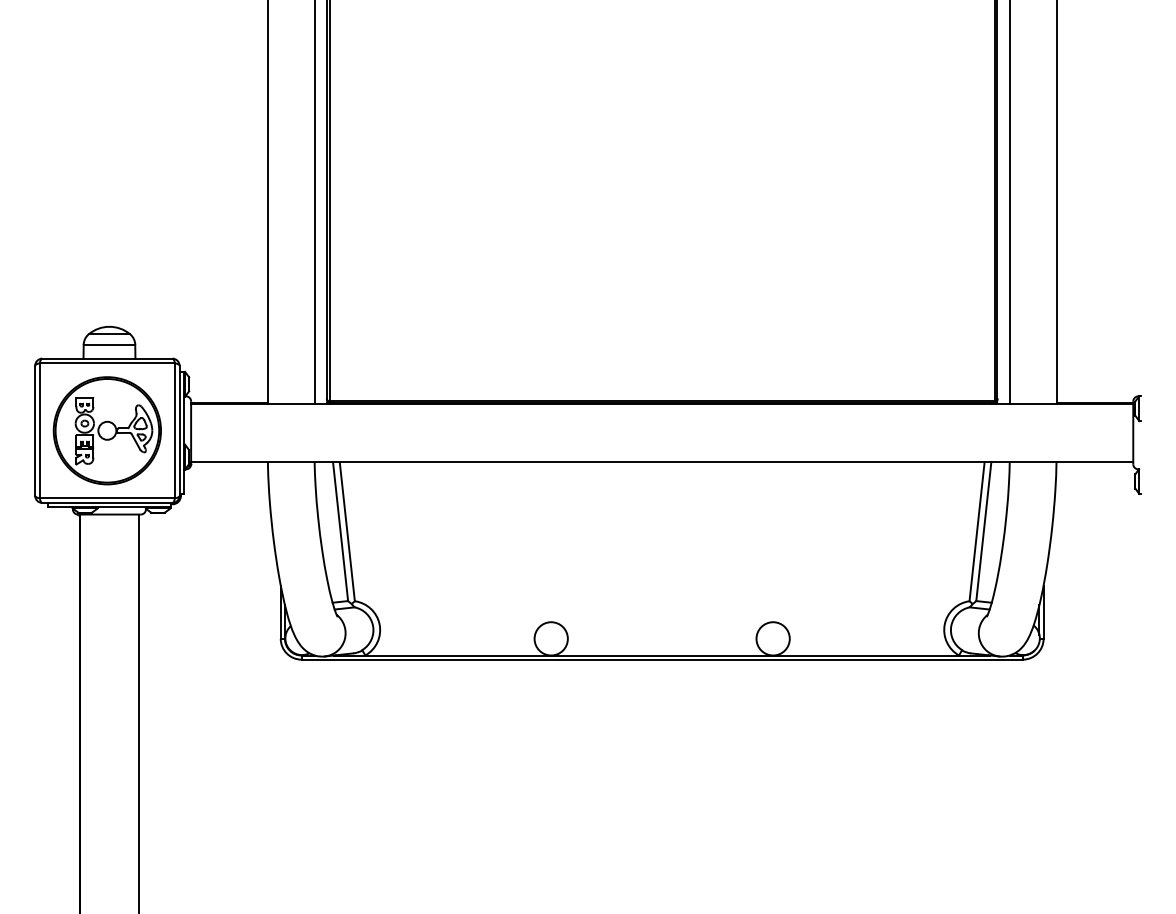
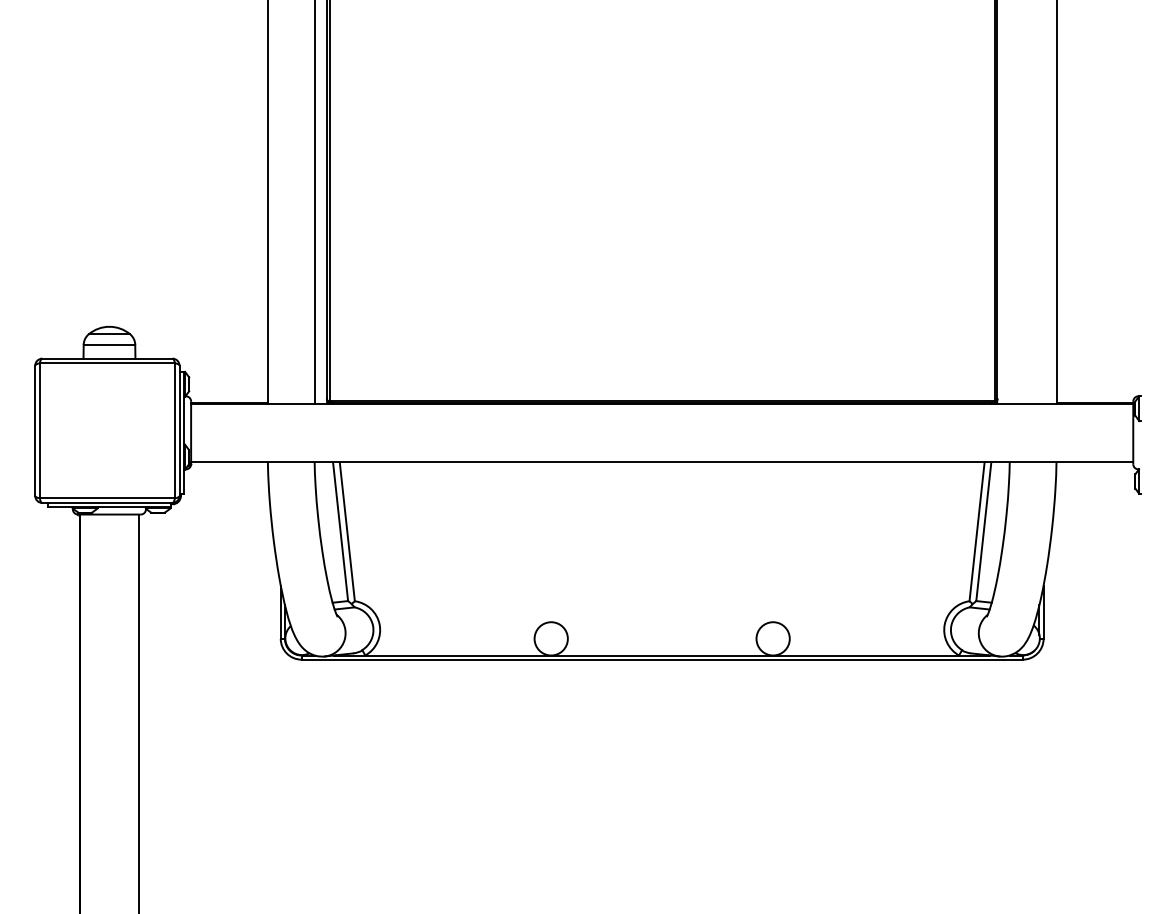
line at (1009, 202): present -> none
part at (106, 430): present -> none
